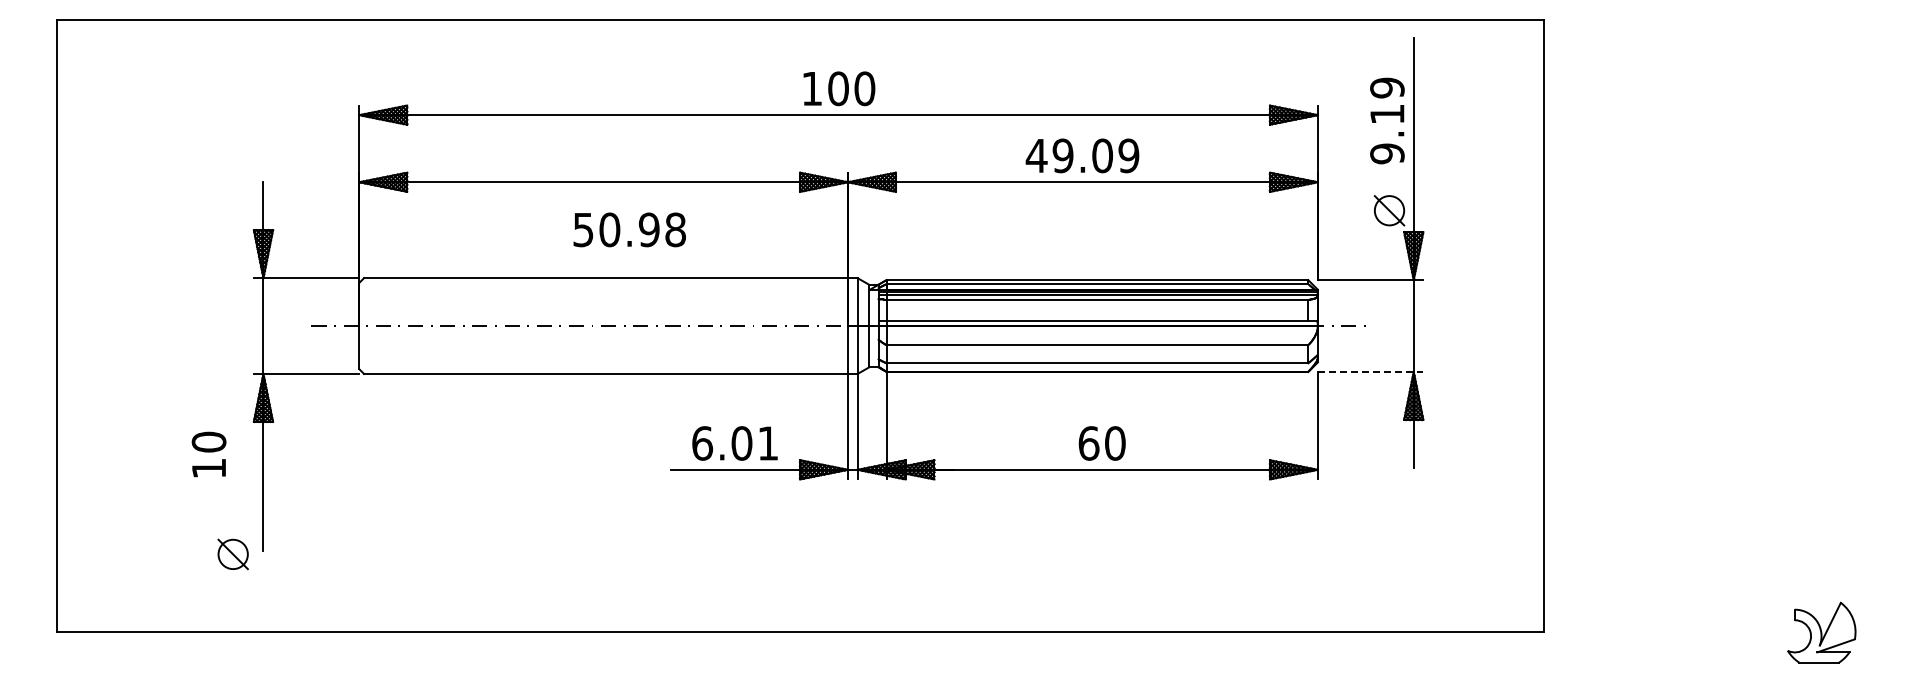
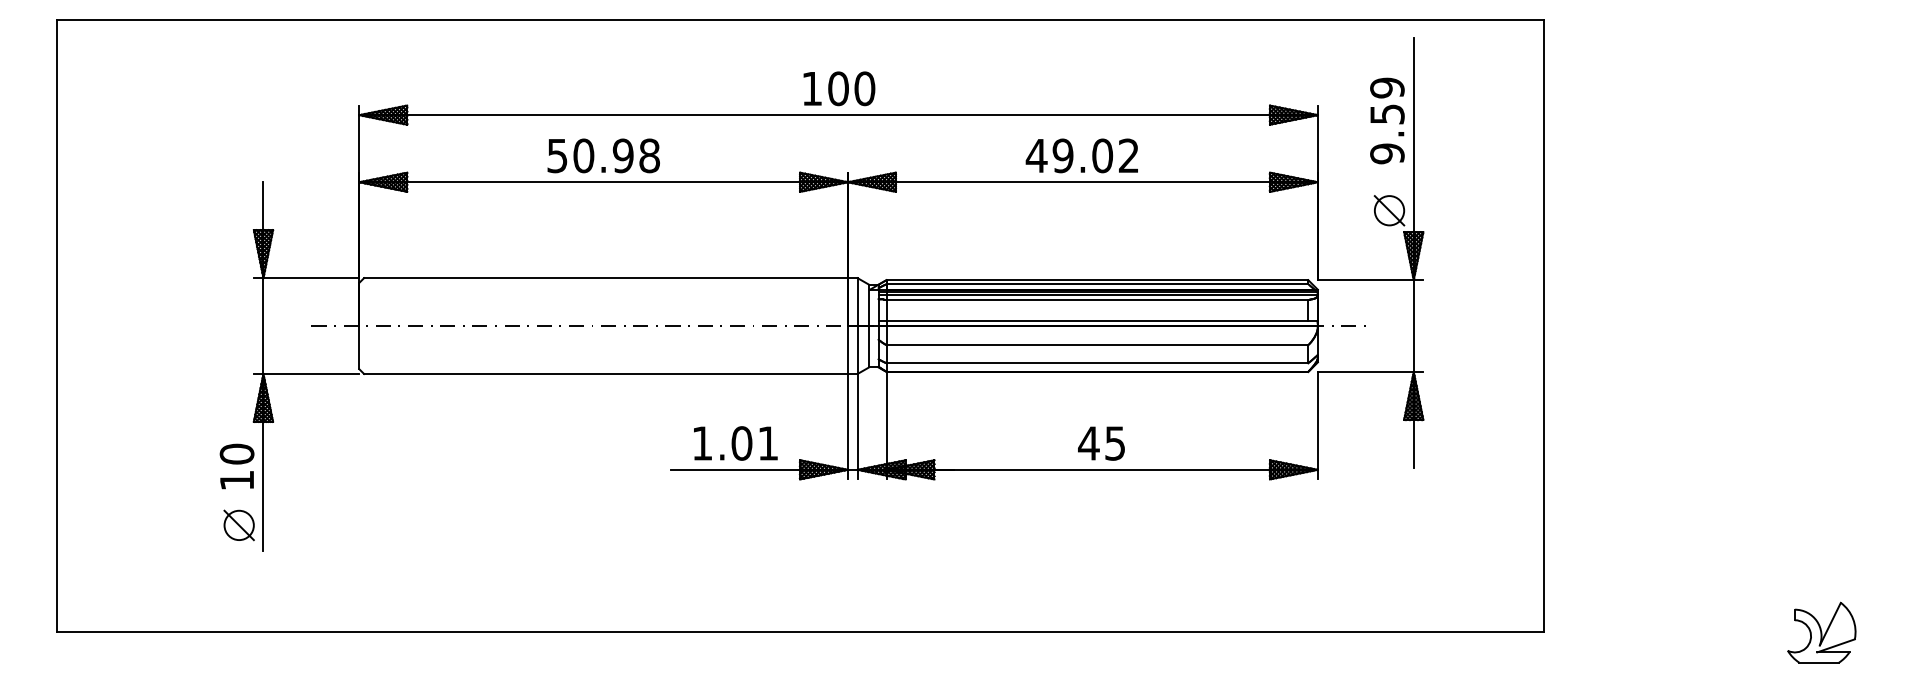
text at (1387, 114): 9.19 -> 9.59
text at (1128, 155): 49.09 -> 49.02
text at (629, 229) position: (629, 229) -> (603, 155)
line at (1370, 371): dashed -> solid
text at (702, 443): 6.01 -> 1.01
text at (1101, 443): 60 -> 45
text at (208, 454) position: (208, 454) -> (236, 466)
part at (232, 554) position: (232, 554) -> (238, 525)
